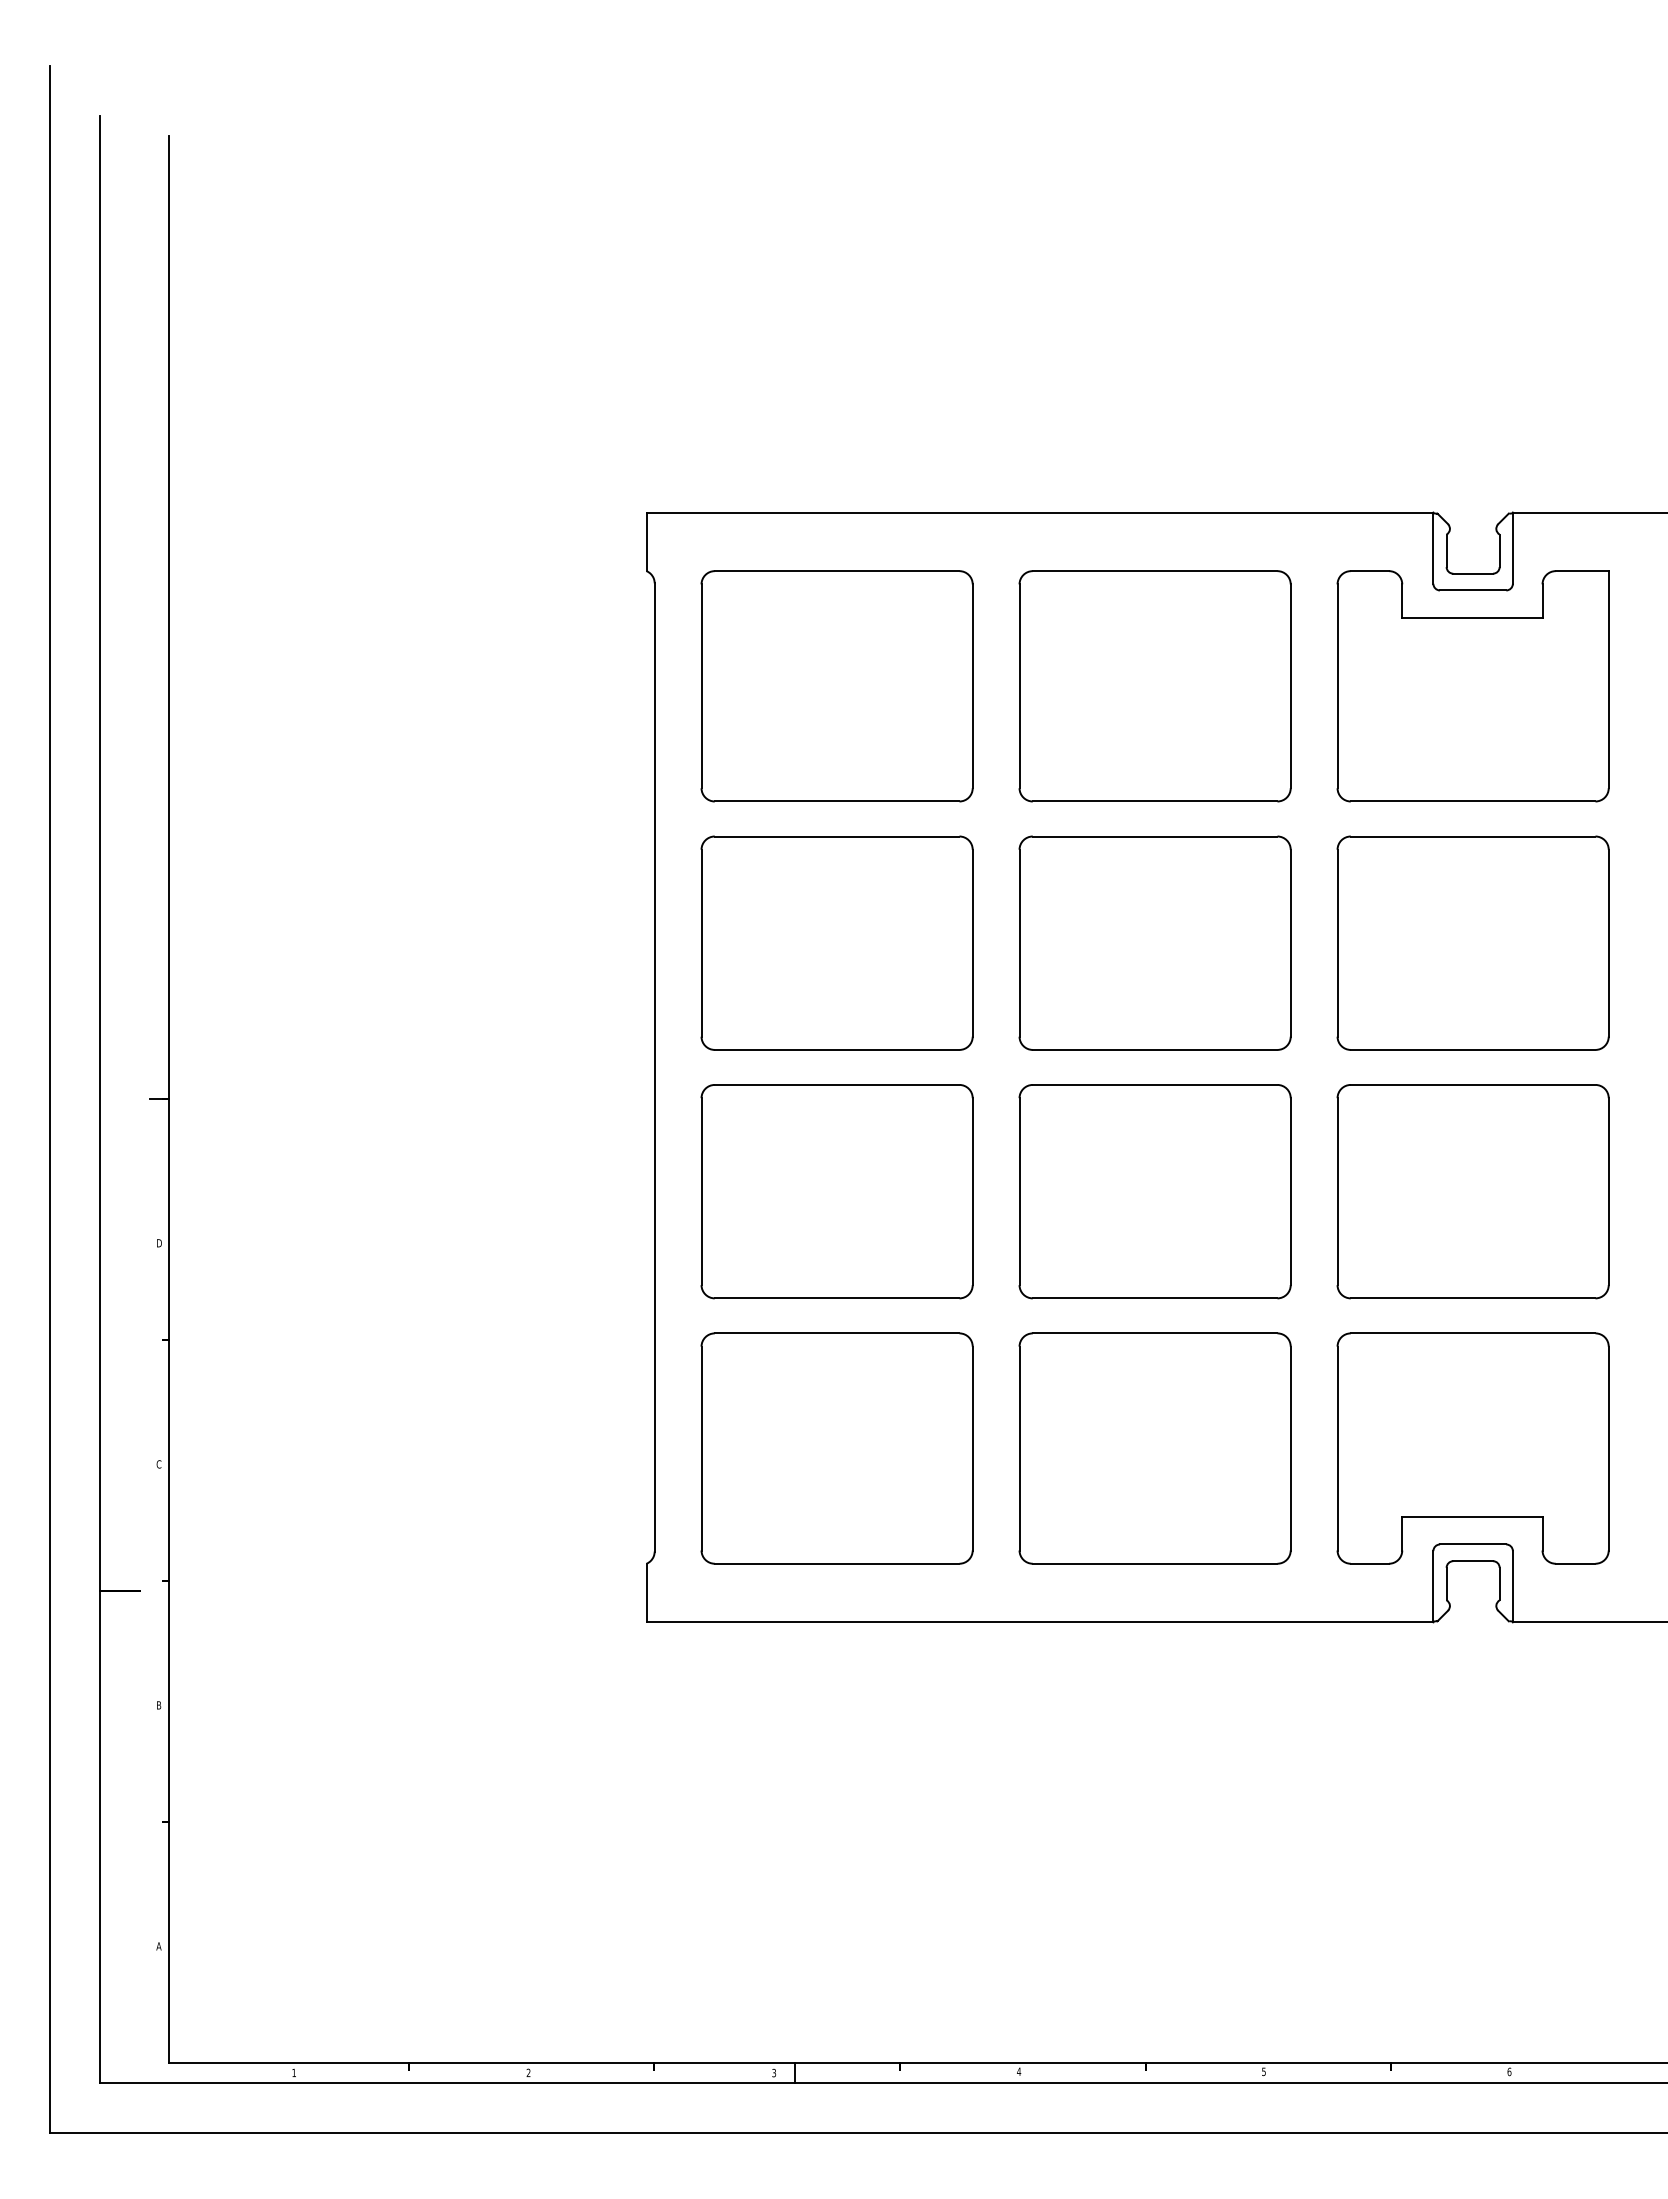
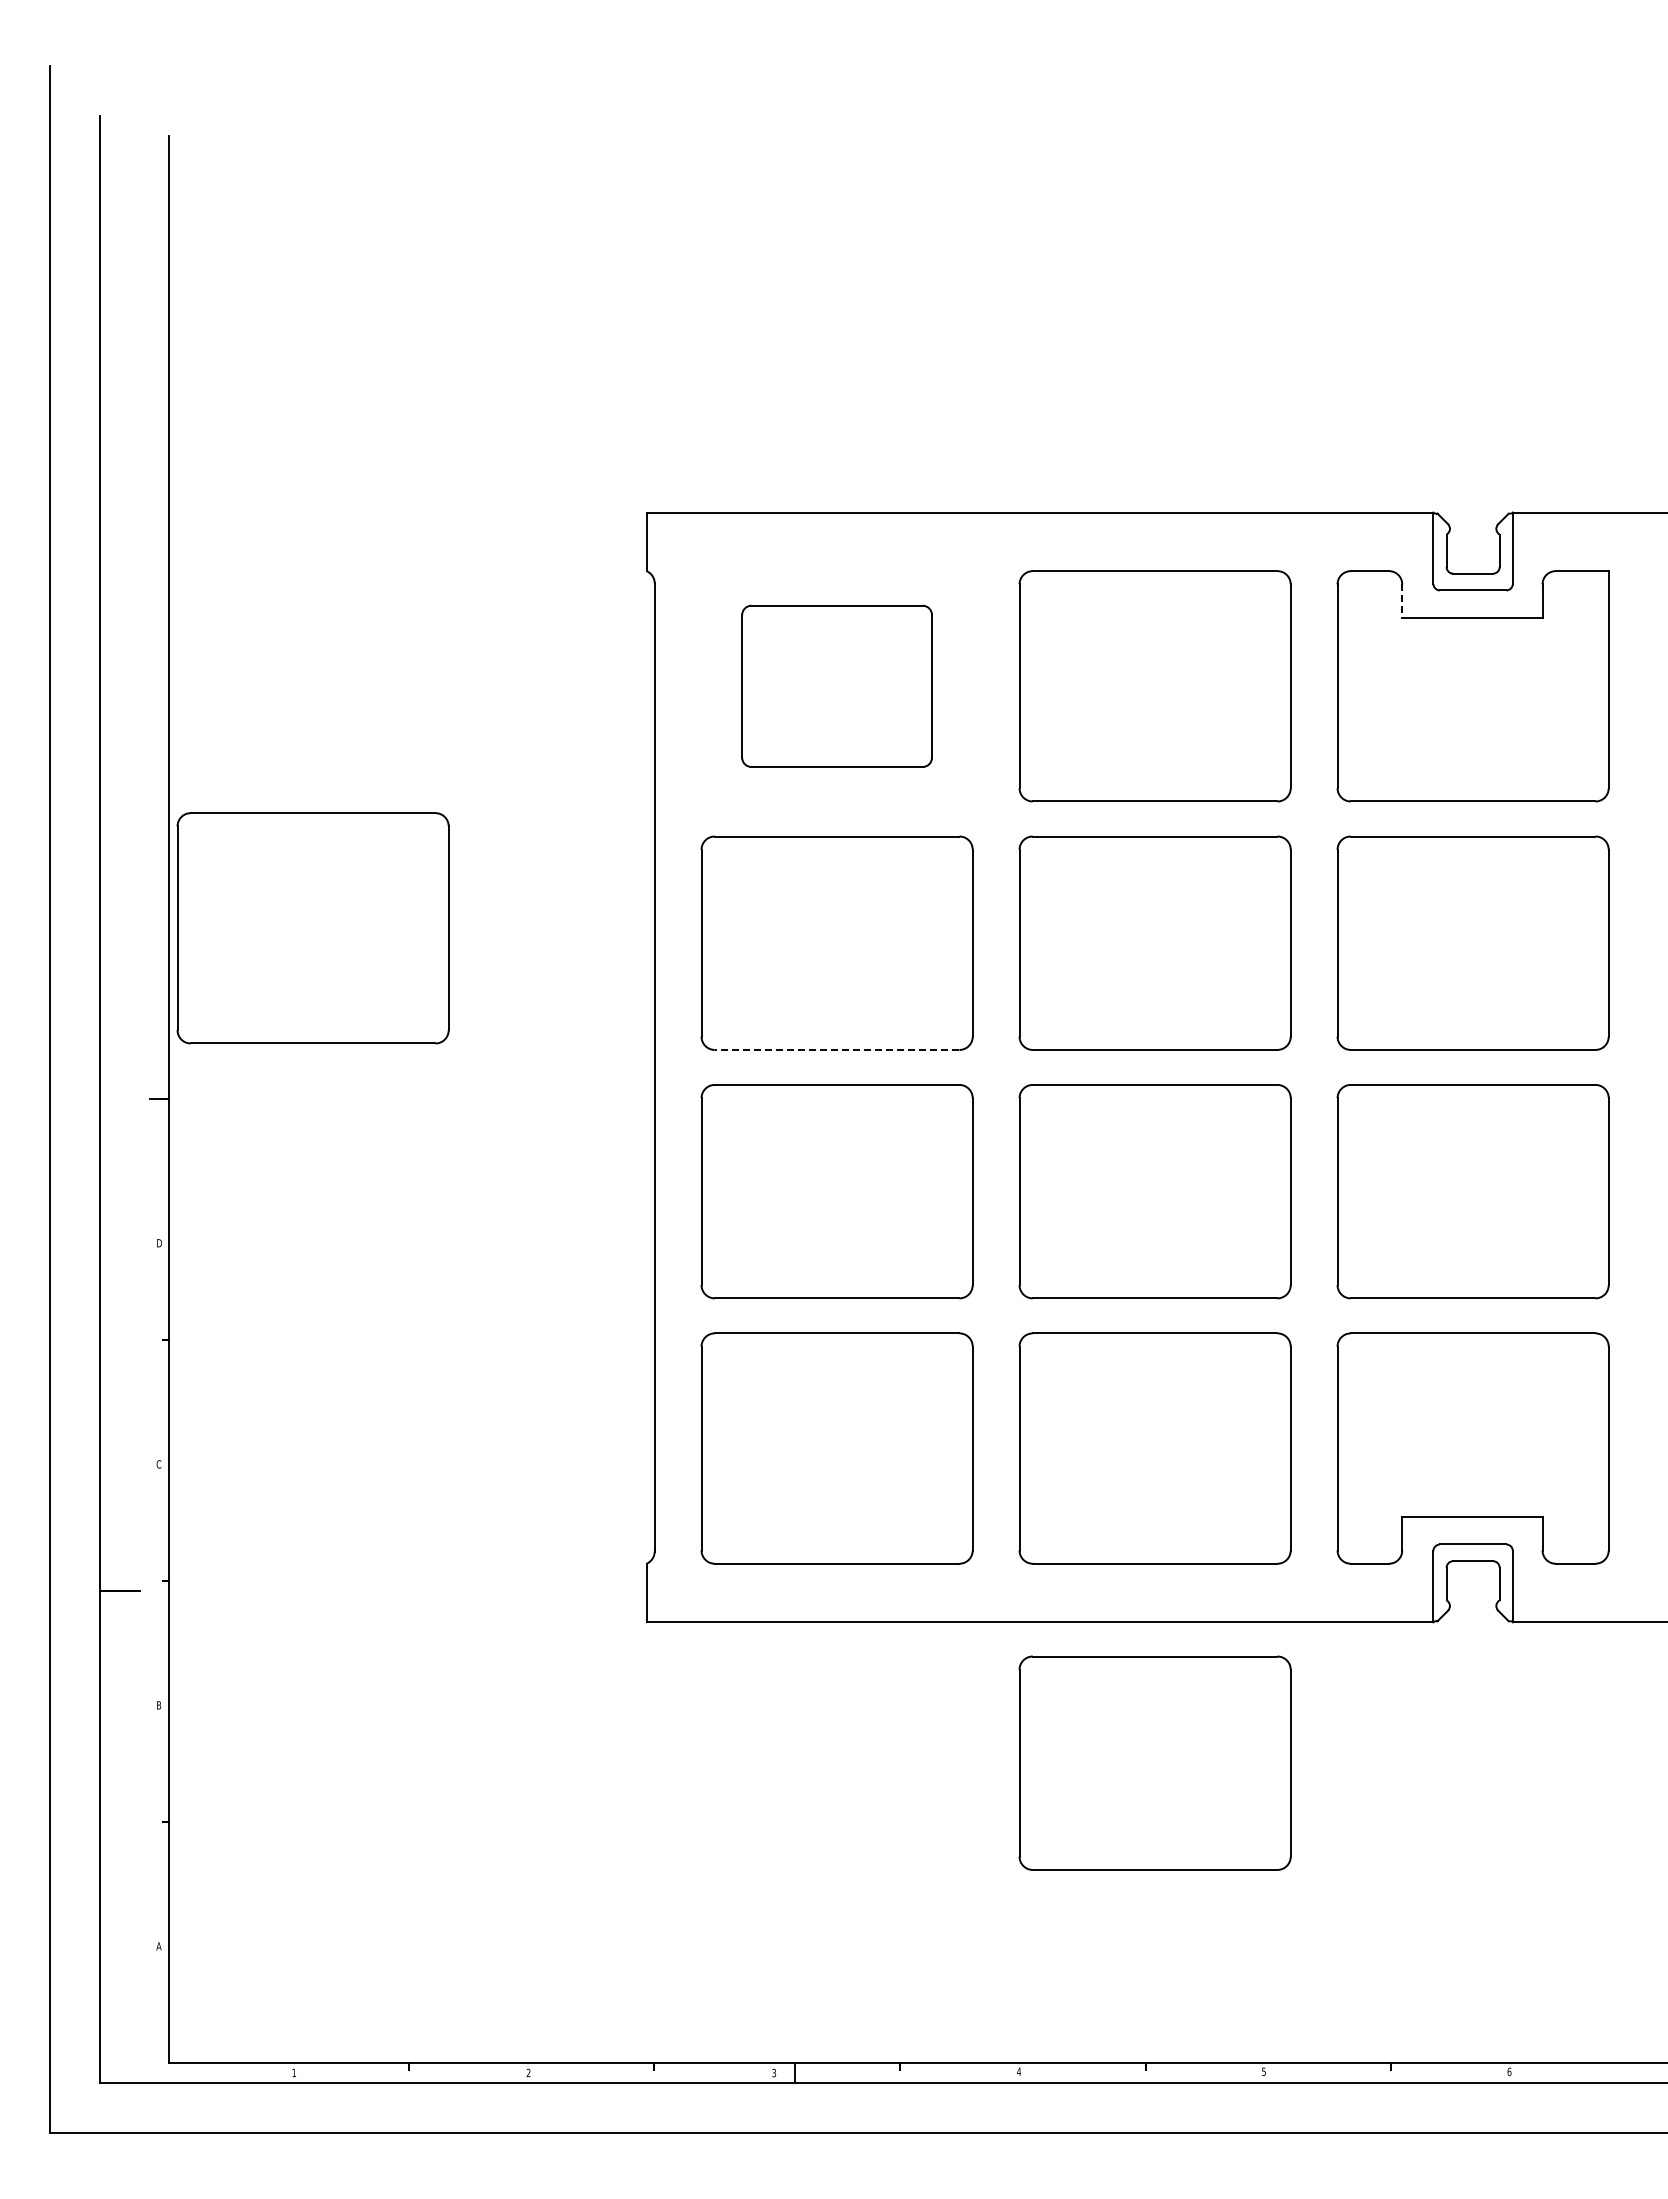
line at (1402, 600): solid -> dashed
part at (836, 686) size: 274x233 px -> 192x164 px
part at (312, 928): none -> present
line at (836, 1049): solid -> dashed
part at (1154, 1762): none -> present
